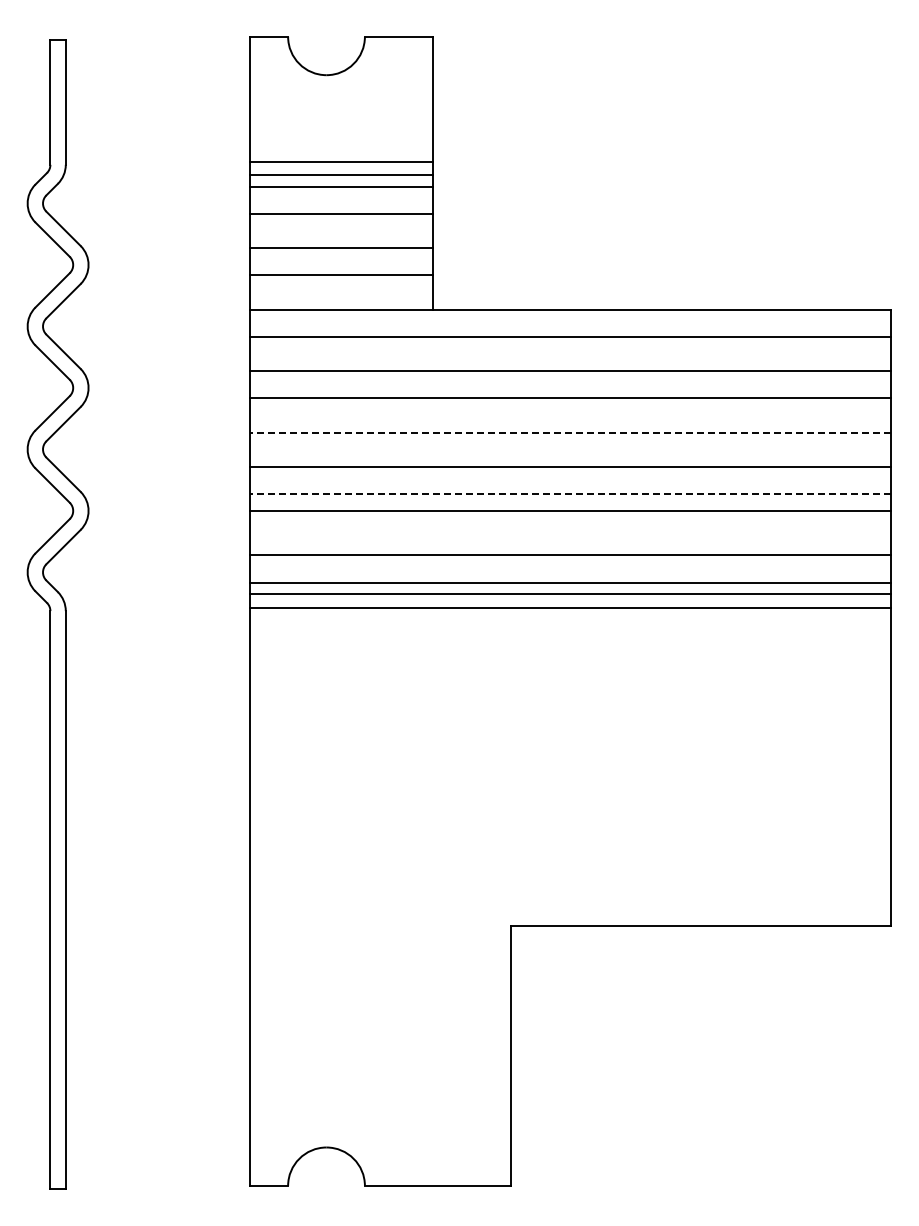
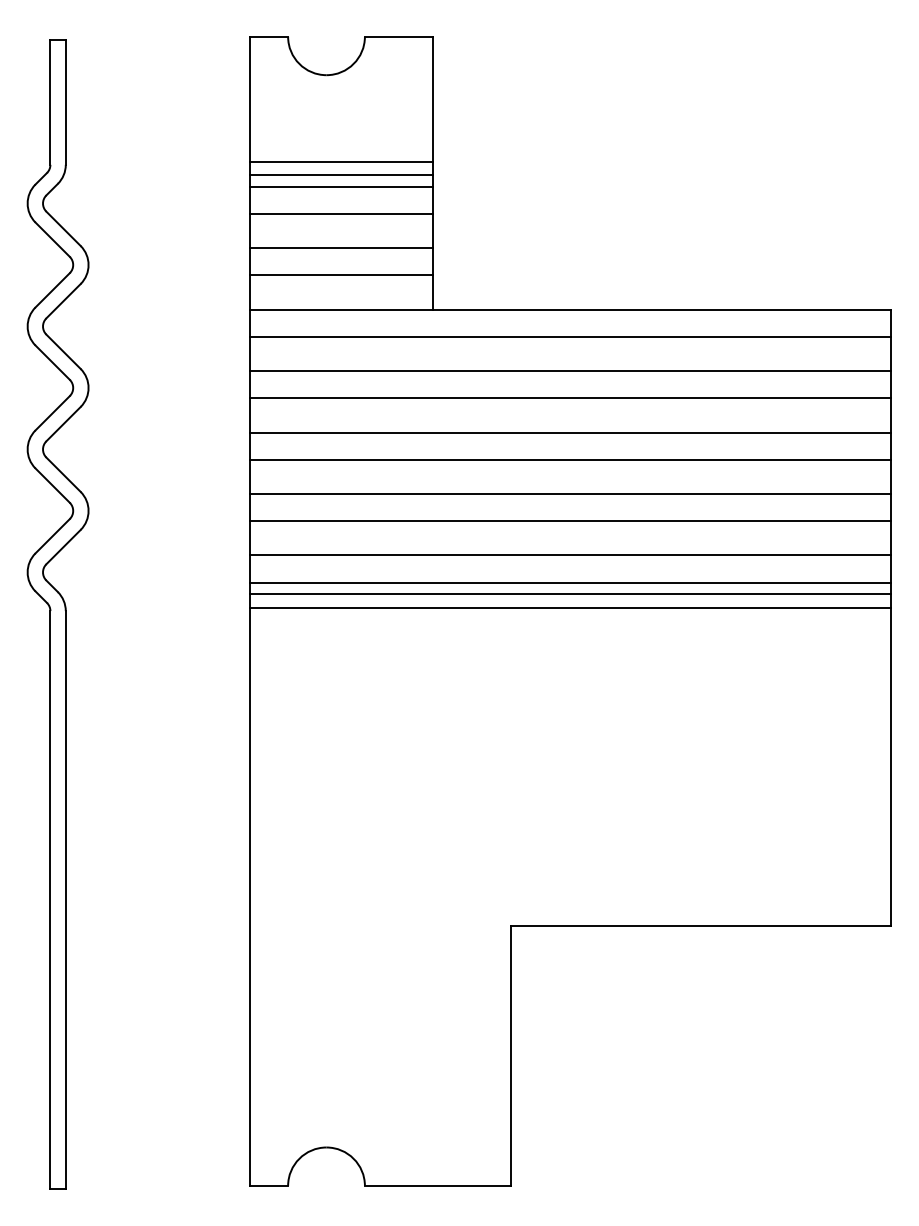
line at (570, 432): dashed -> solid
line at (570, 466) position: (570, 466) -> (570, 459)
line at (570, 494): dashed -> solid
line at (570, 511) position: (570, 511) -> (570, 521)
